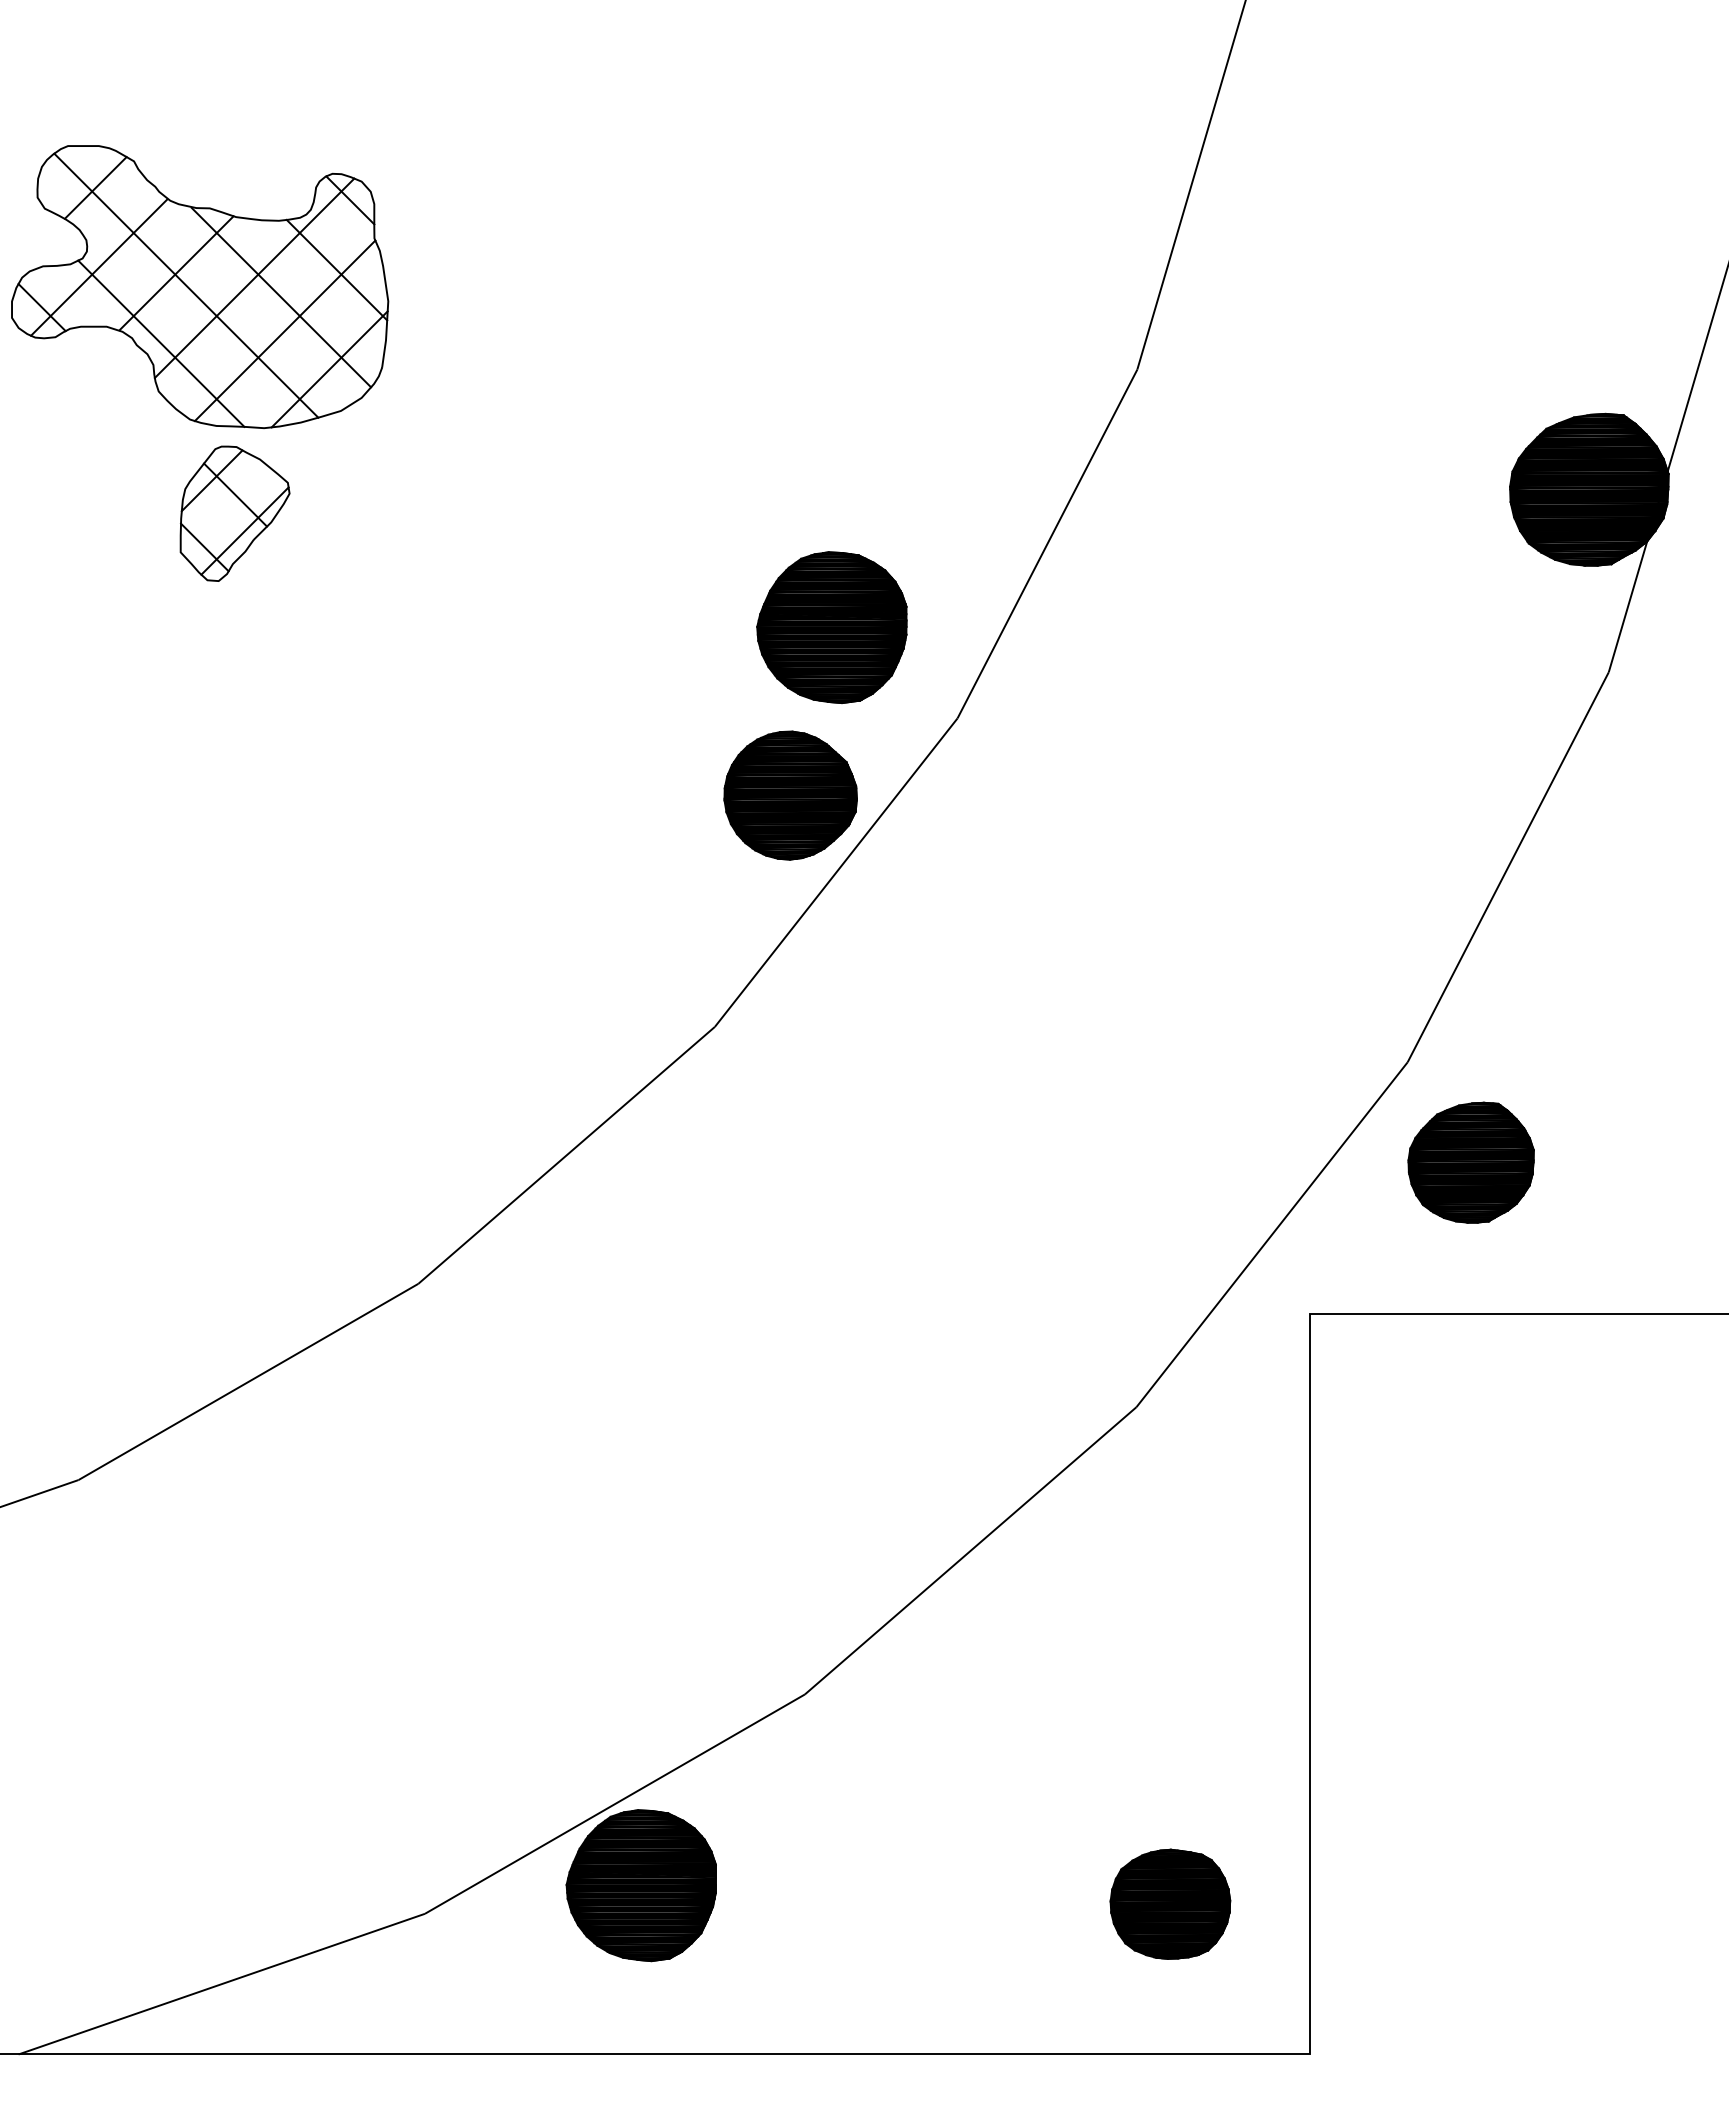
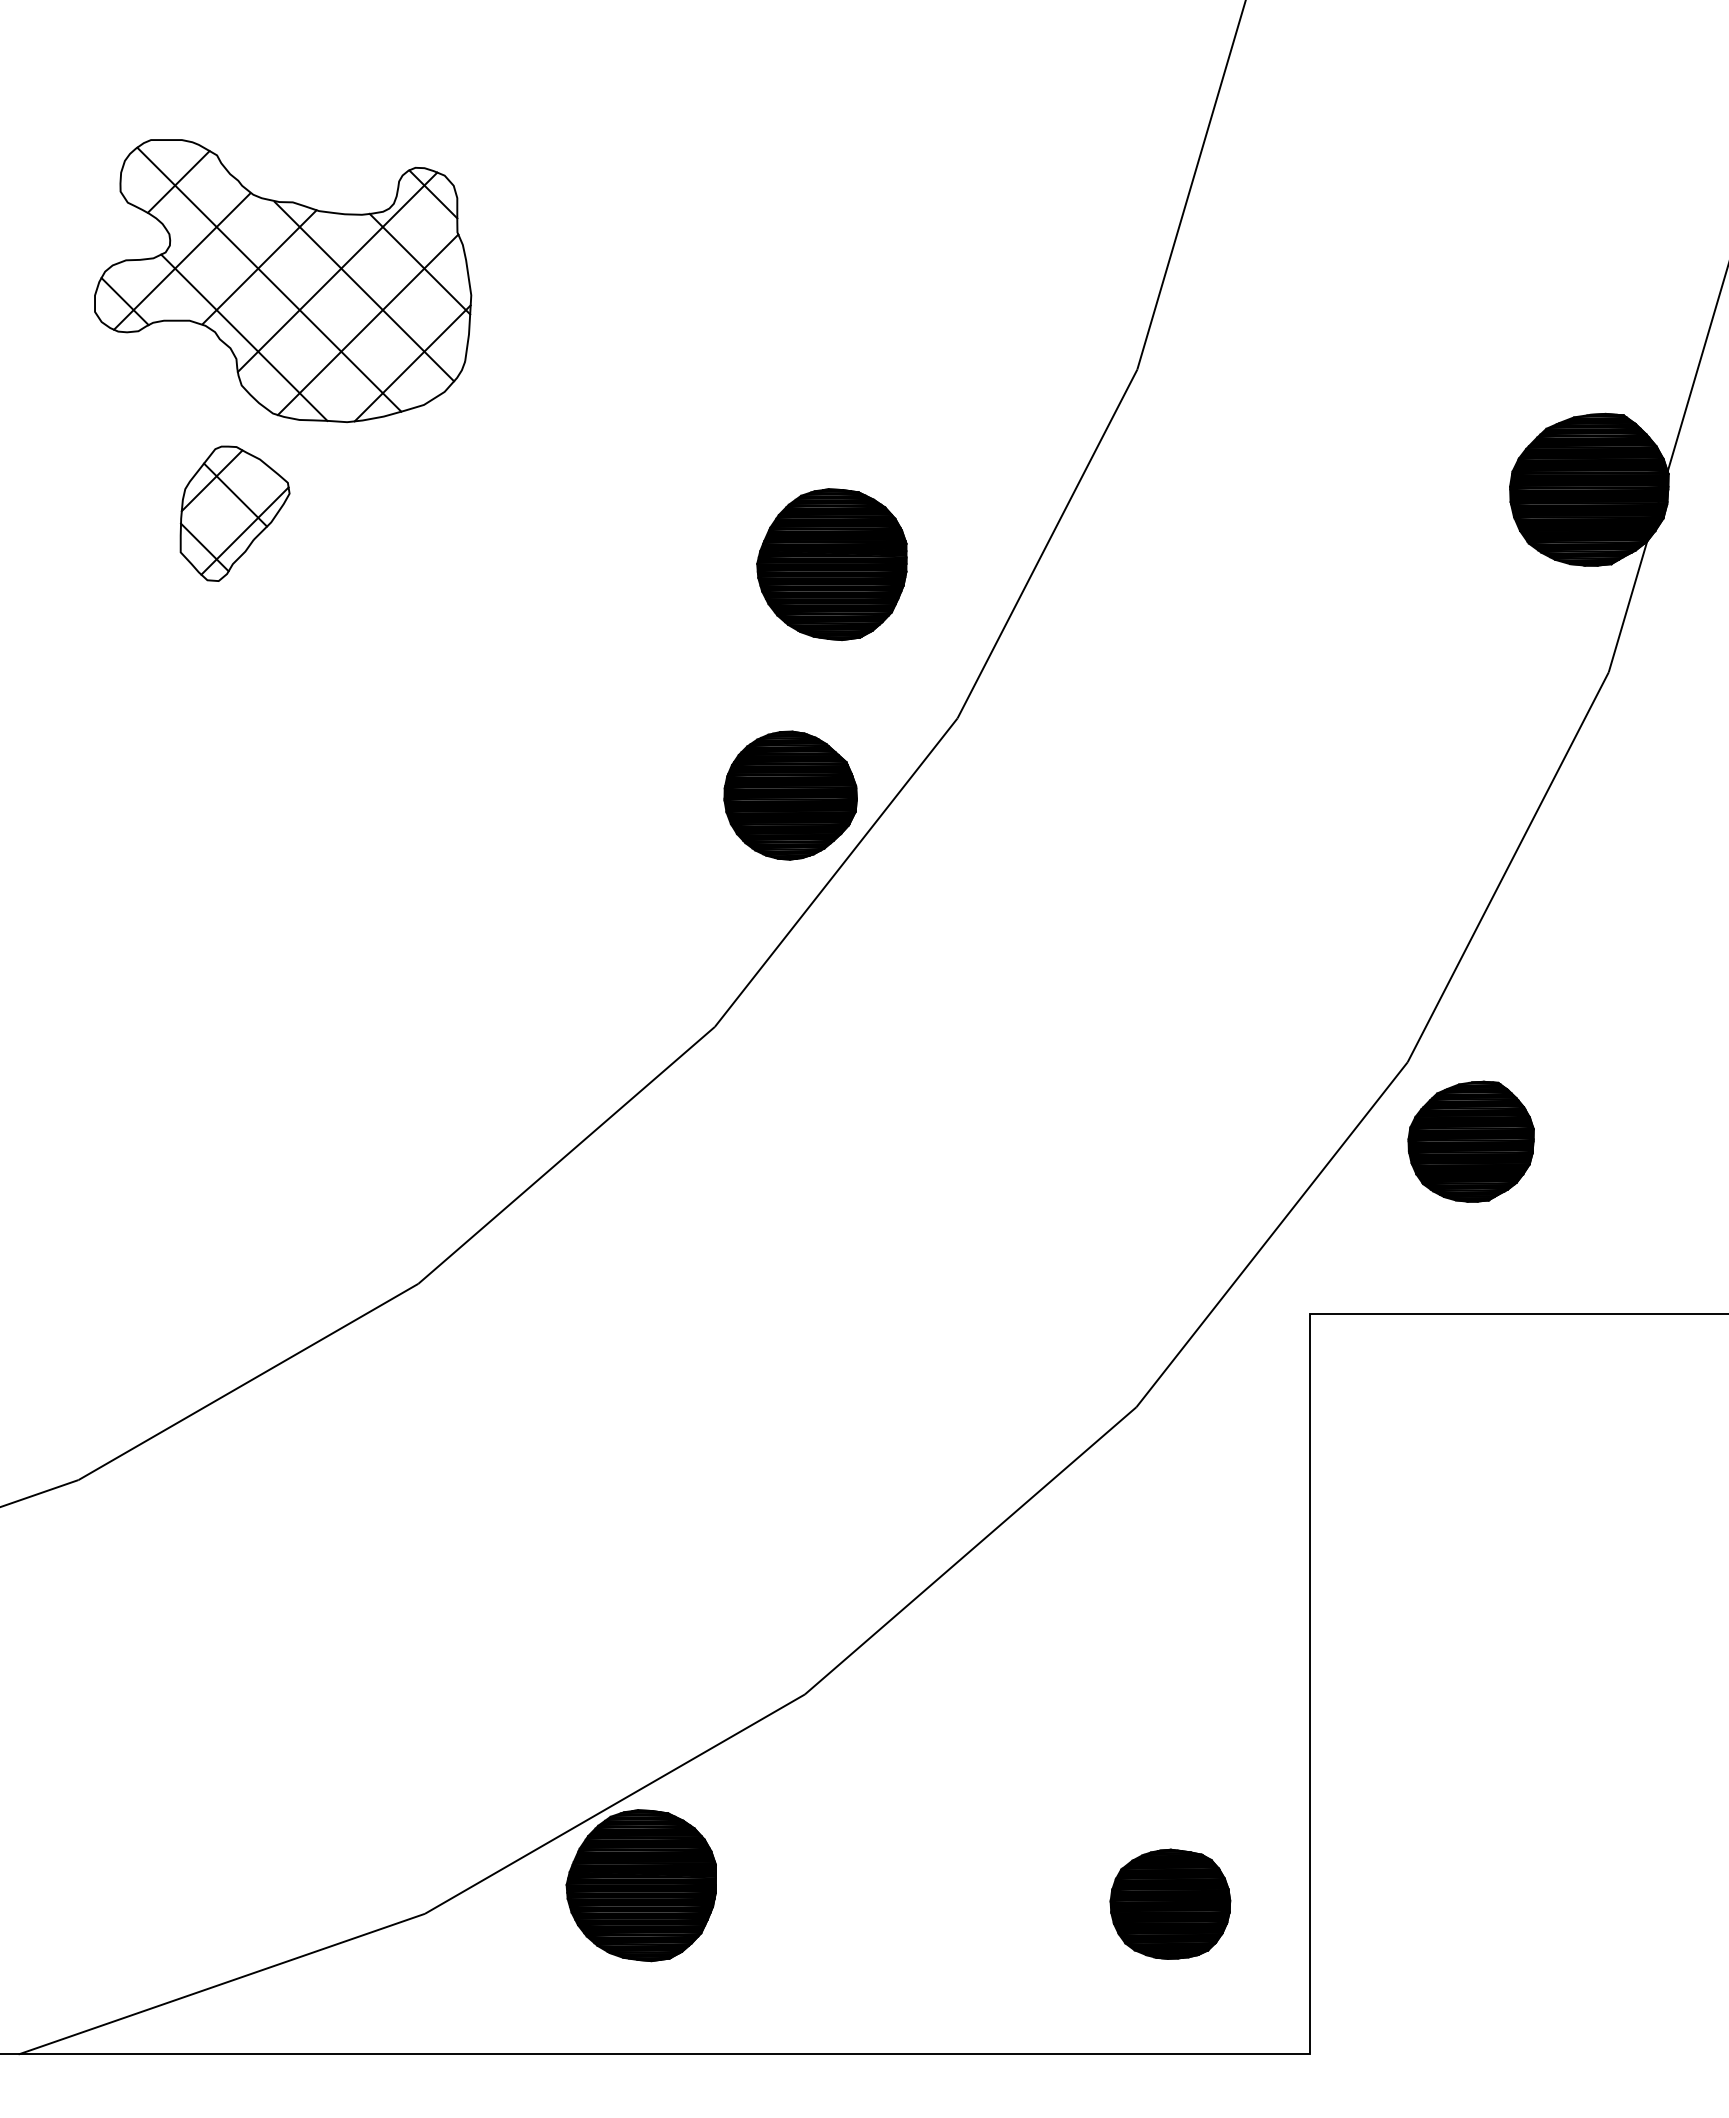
part at (200, 287) position: (200, 287) -> (283, 281)
part at (831, 627) position: (831, 627) -> (831, 564)
part at (1470, 1162) position: (1470, 1162) -> (1470, 1141)
